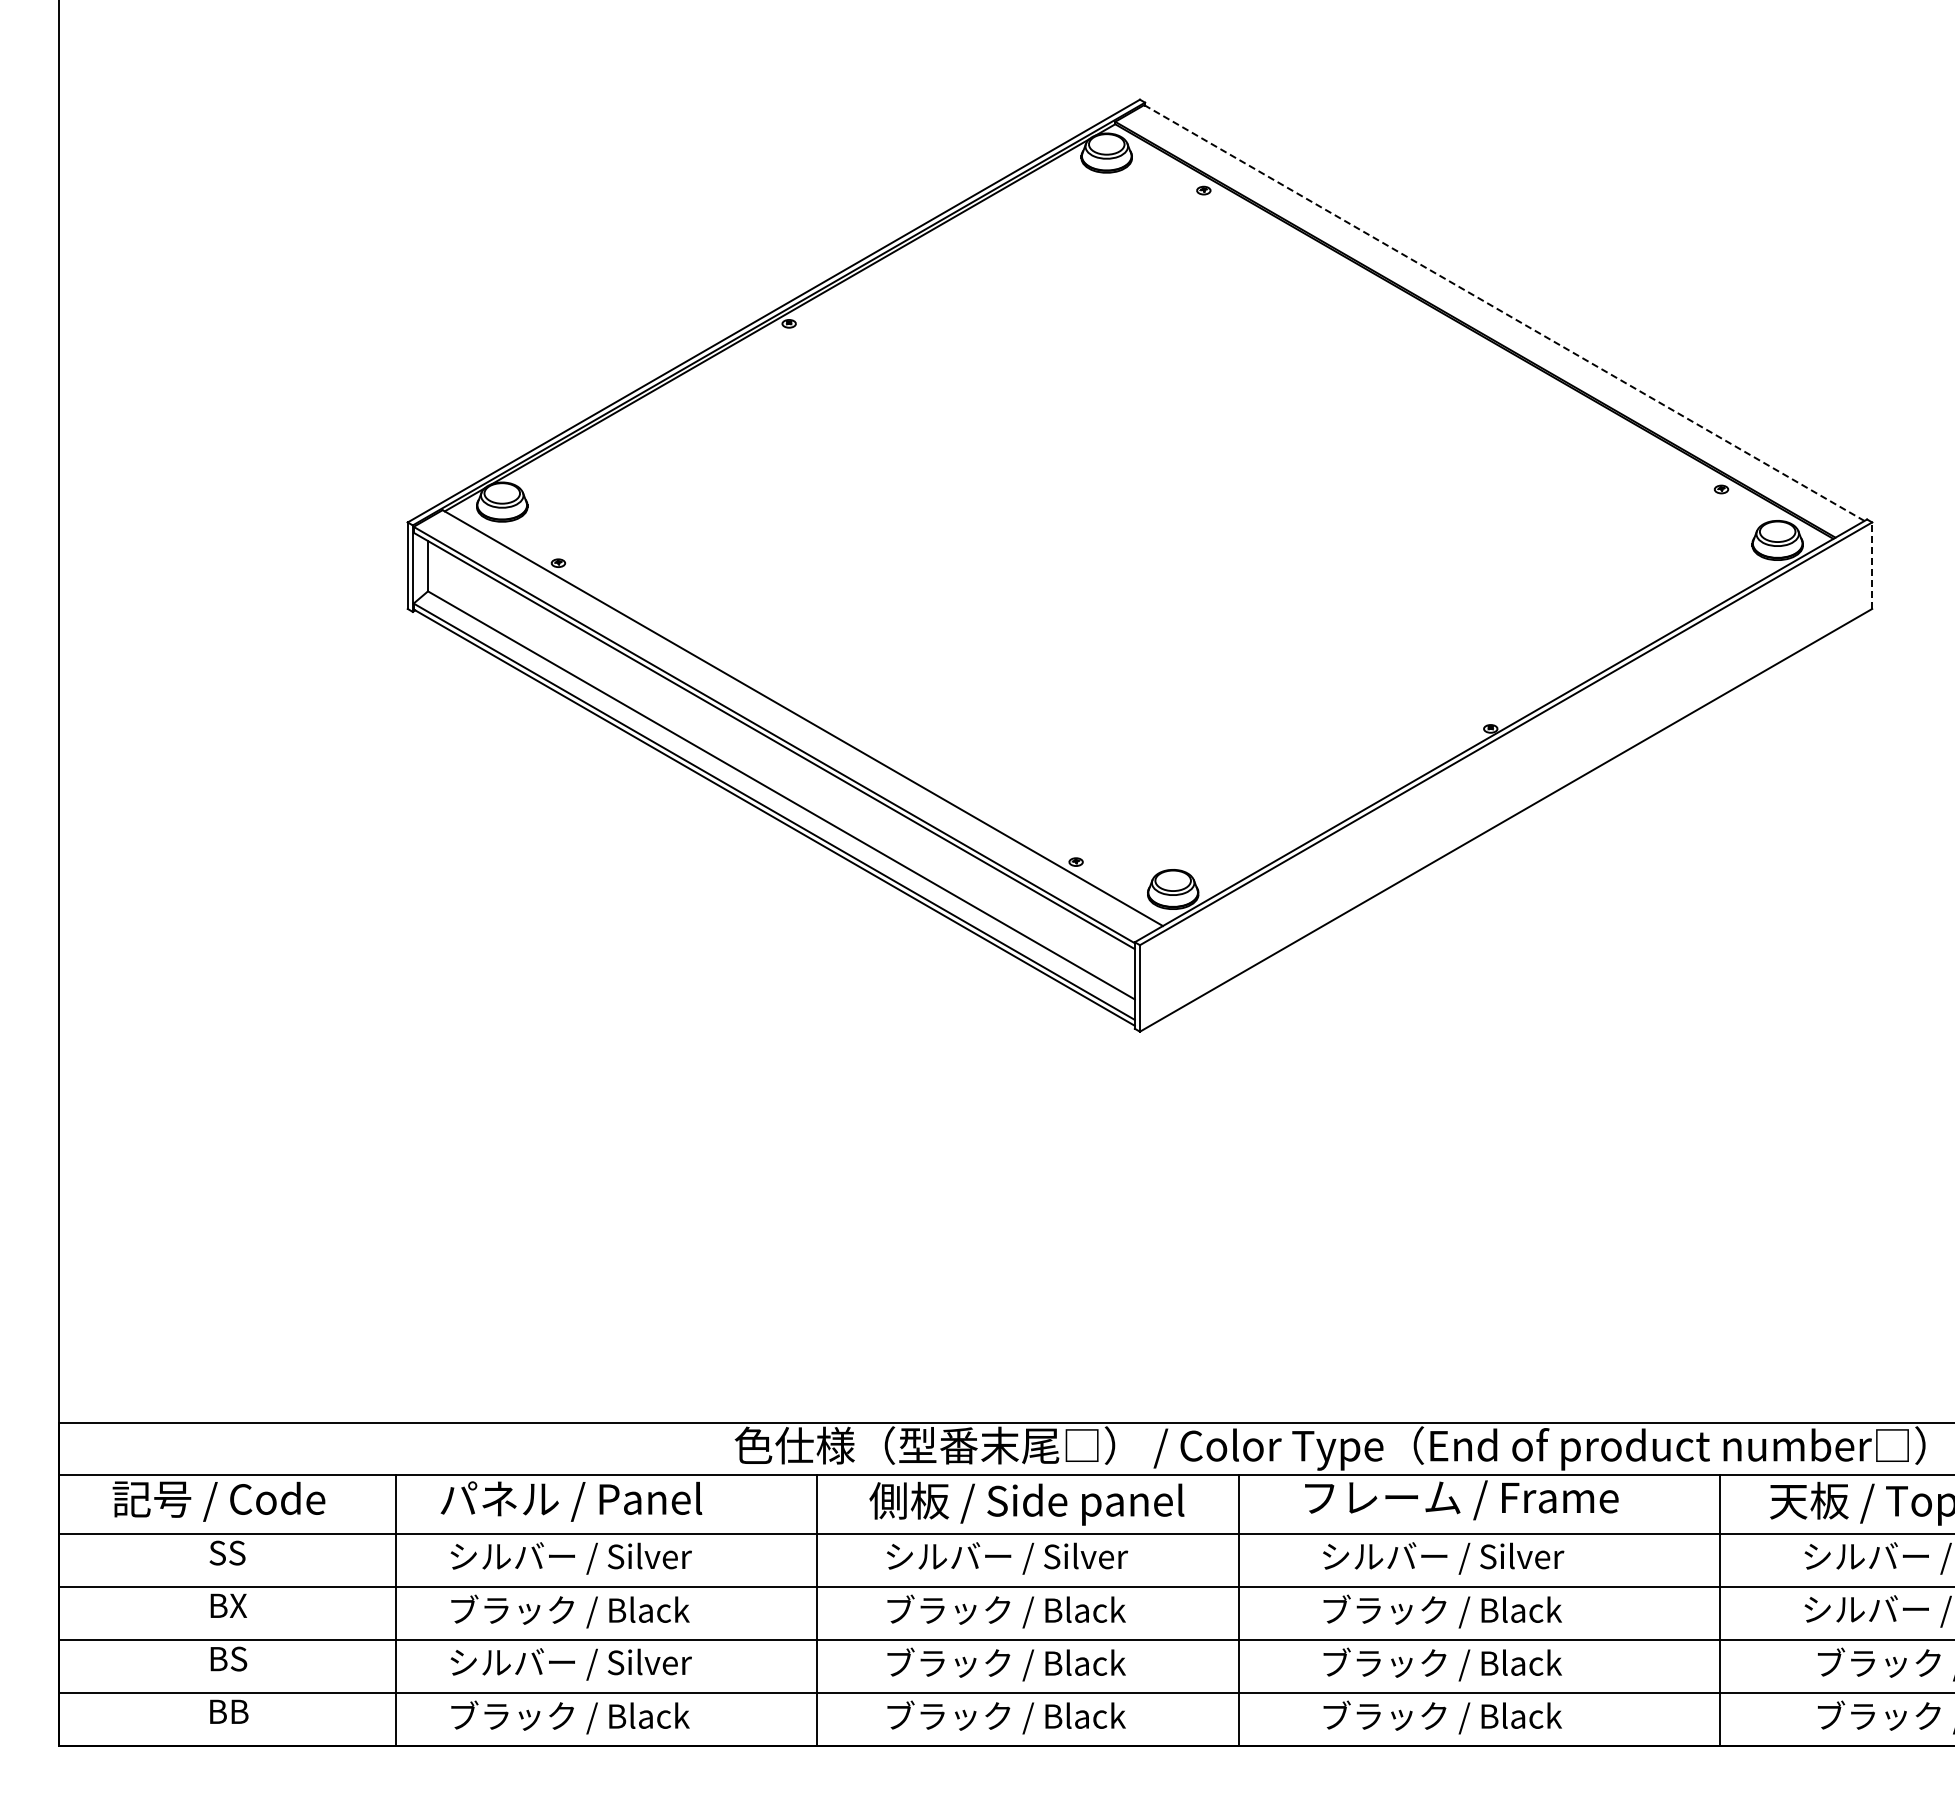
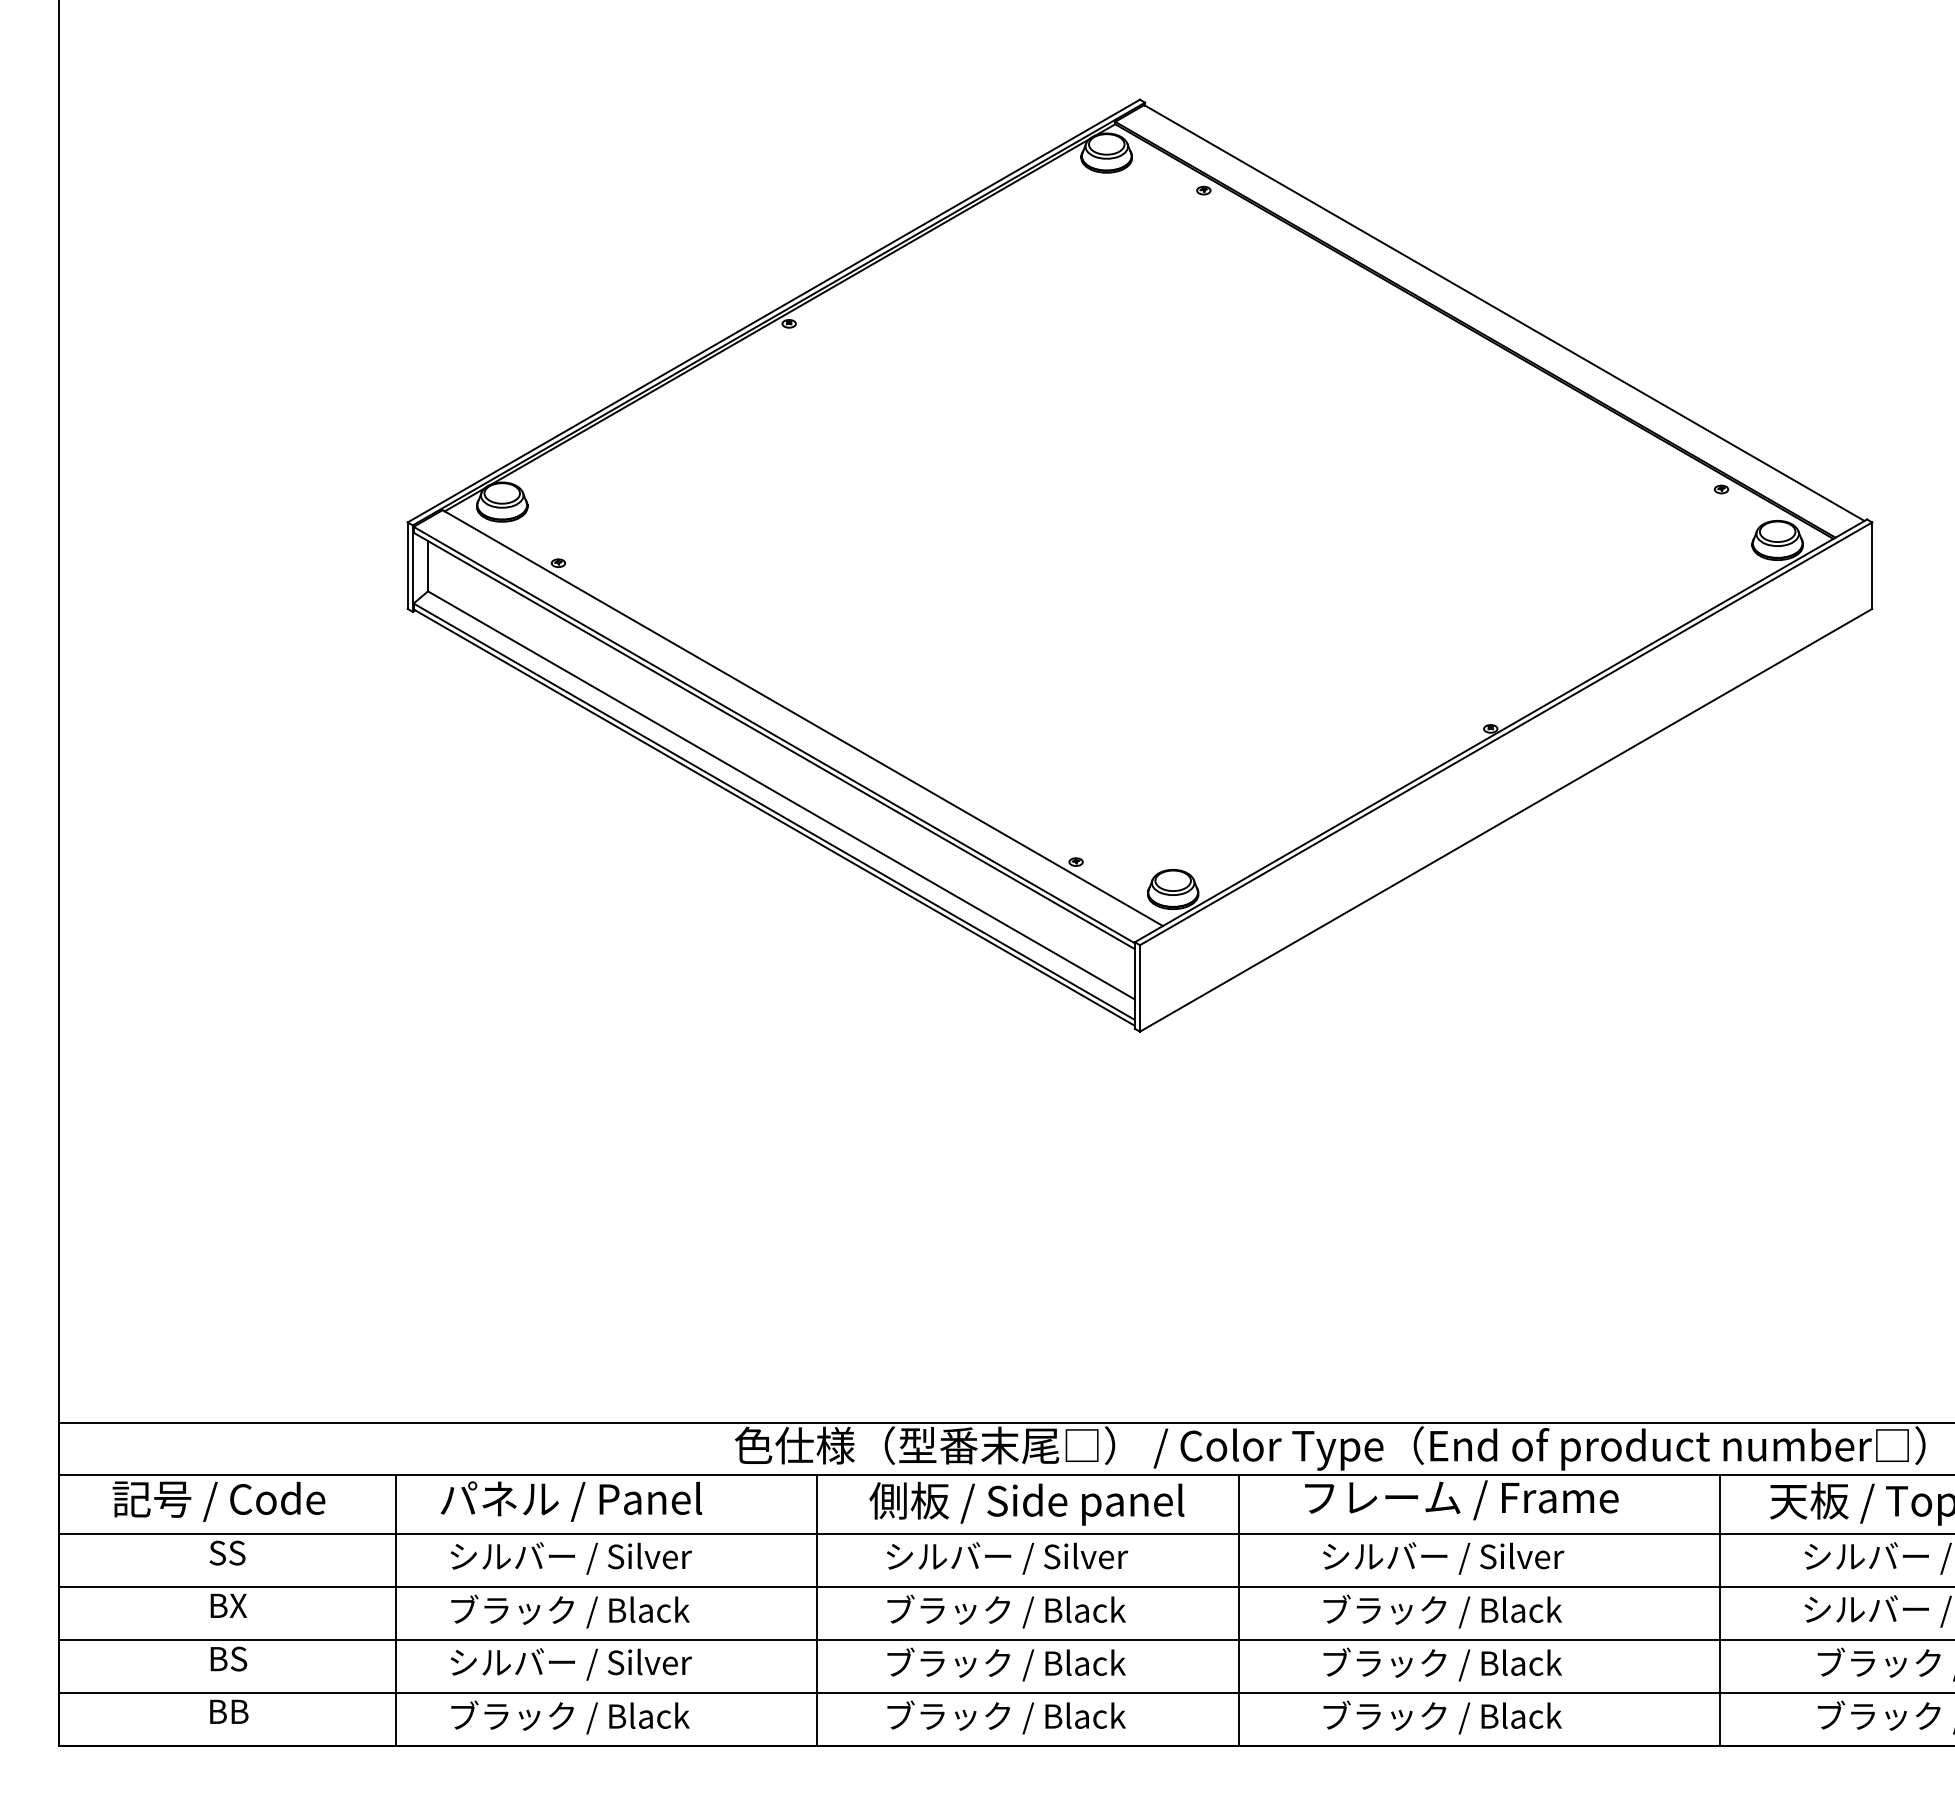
line at (1504, 313): dashed -> solid
line at (1872, 565): dashed -> solid
